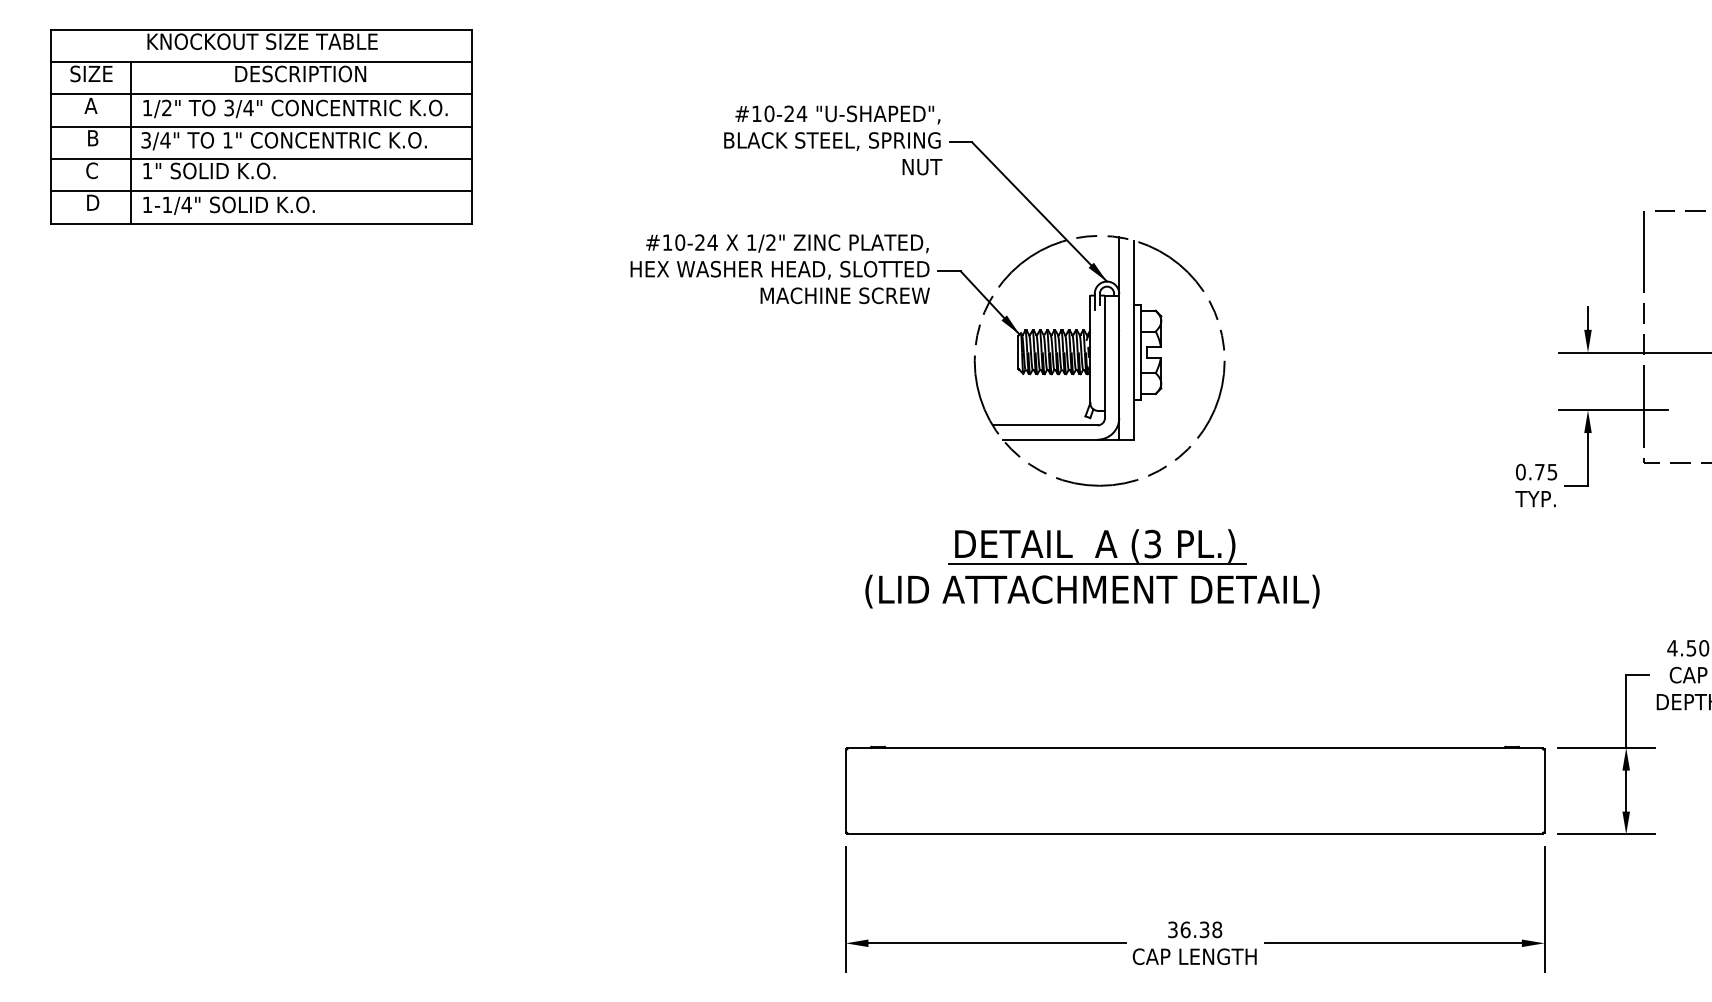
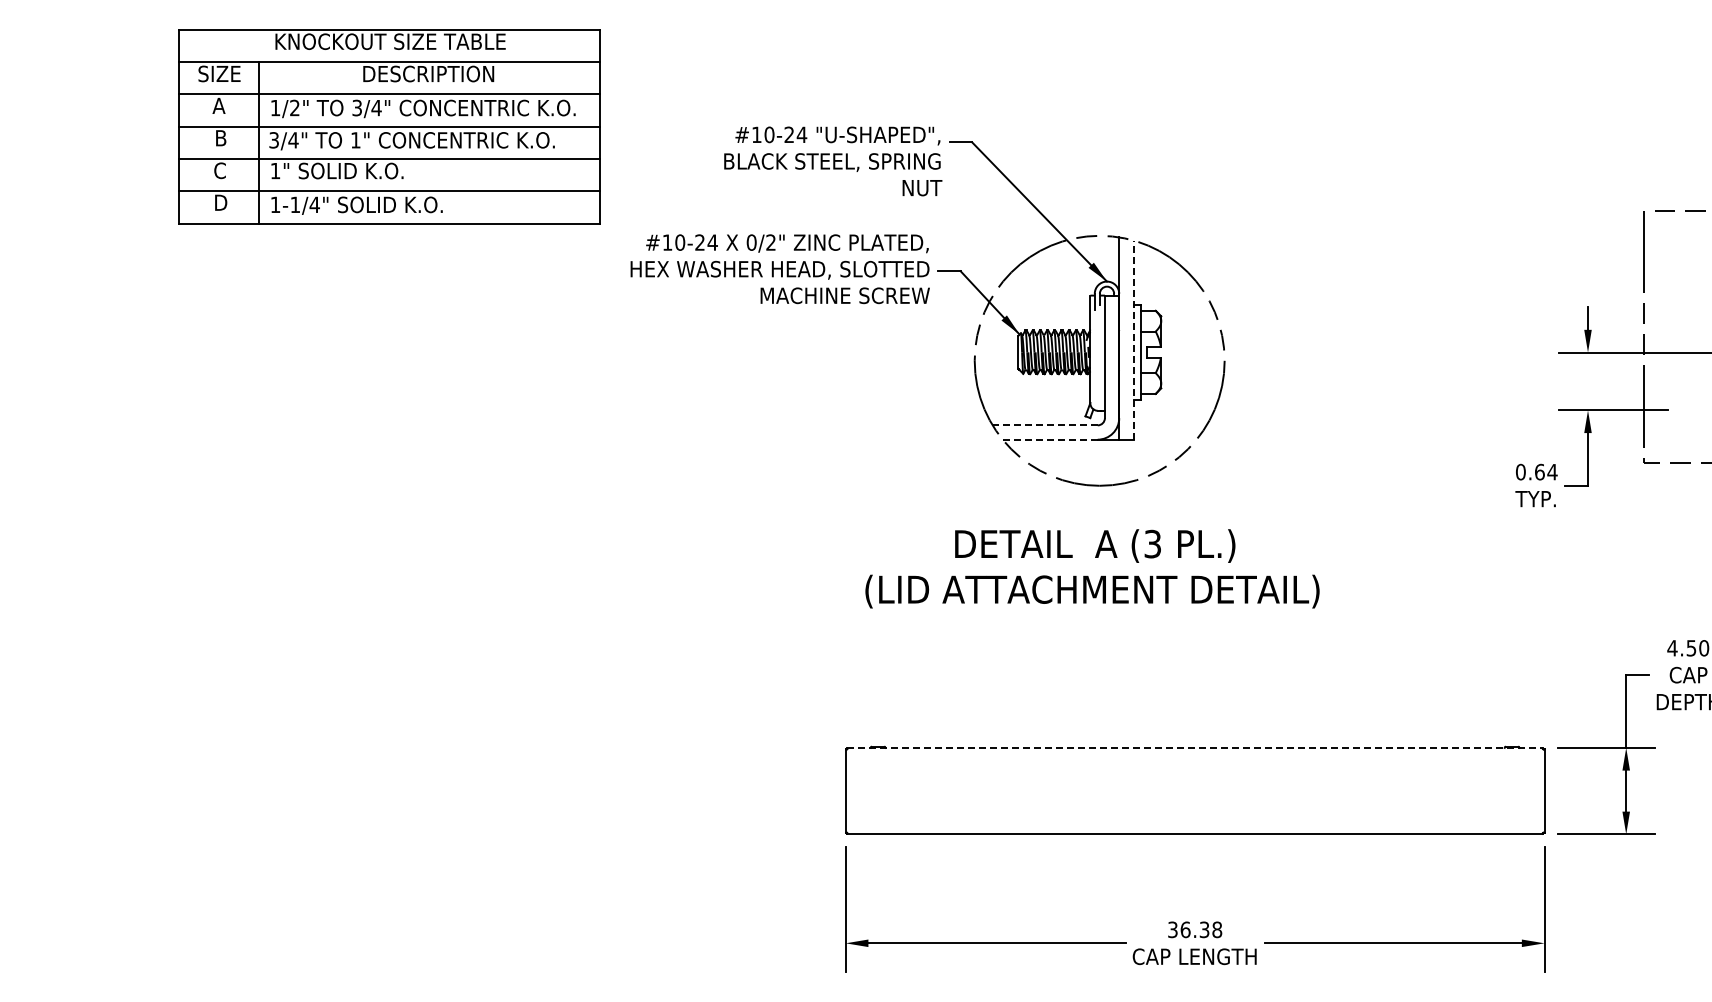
part at (261, 126) position: (261, 126) -> (389, 126)
text at (833, 140) position: (833, 140) -> (833, 161)
text at (751, 242): 1/2" -> 0/2"
line at (1133, 340): solid -> dashed
line at (1045, 425): solid -> dashed
line at (1050, 439): solid -> dashed
text at (1546, 471): 0.75 -> 0.64
line at (1097, 564): present -> none
line at (1195, 747): solid -> dashed
